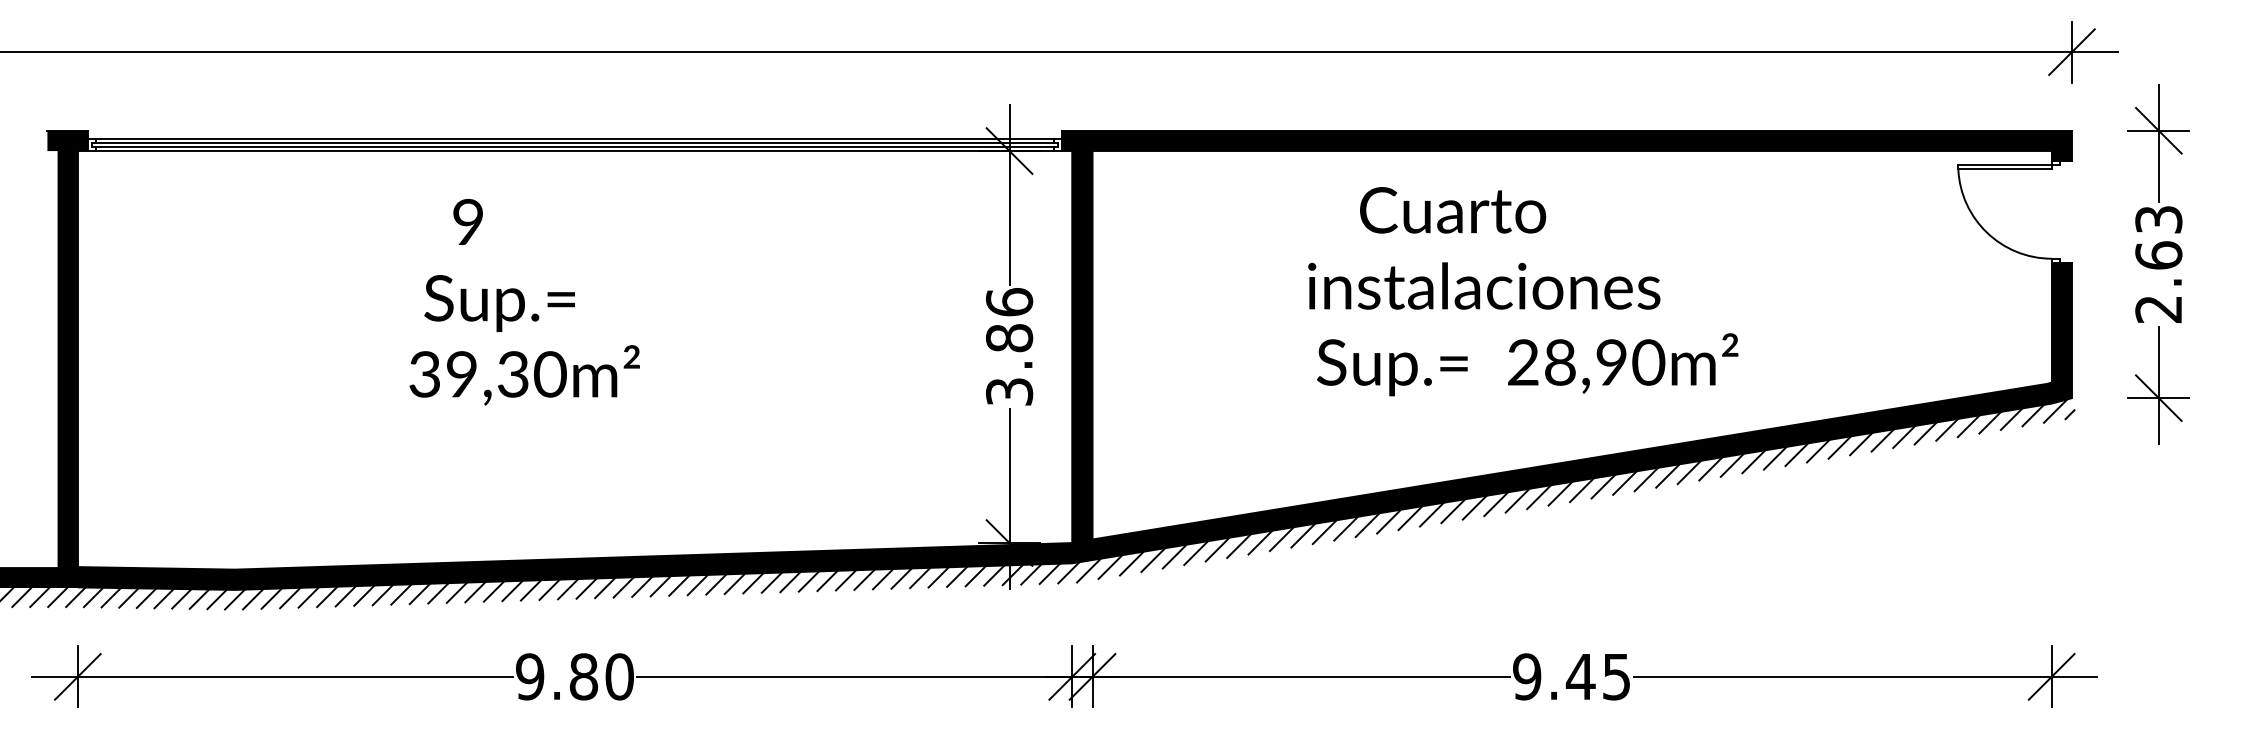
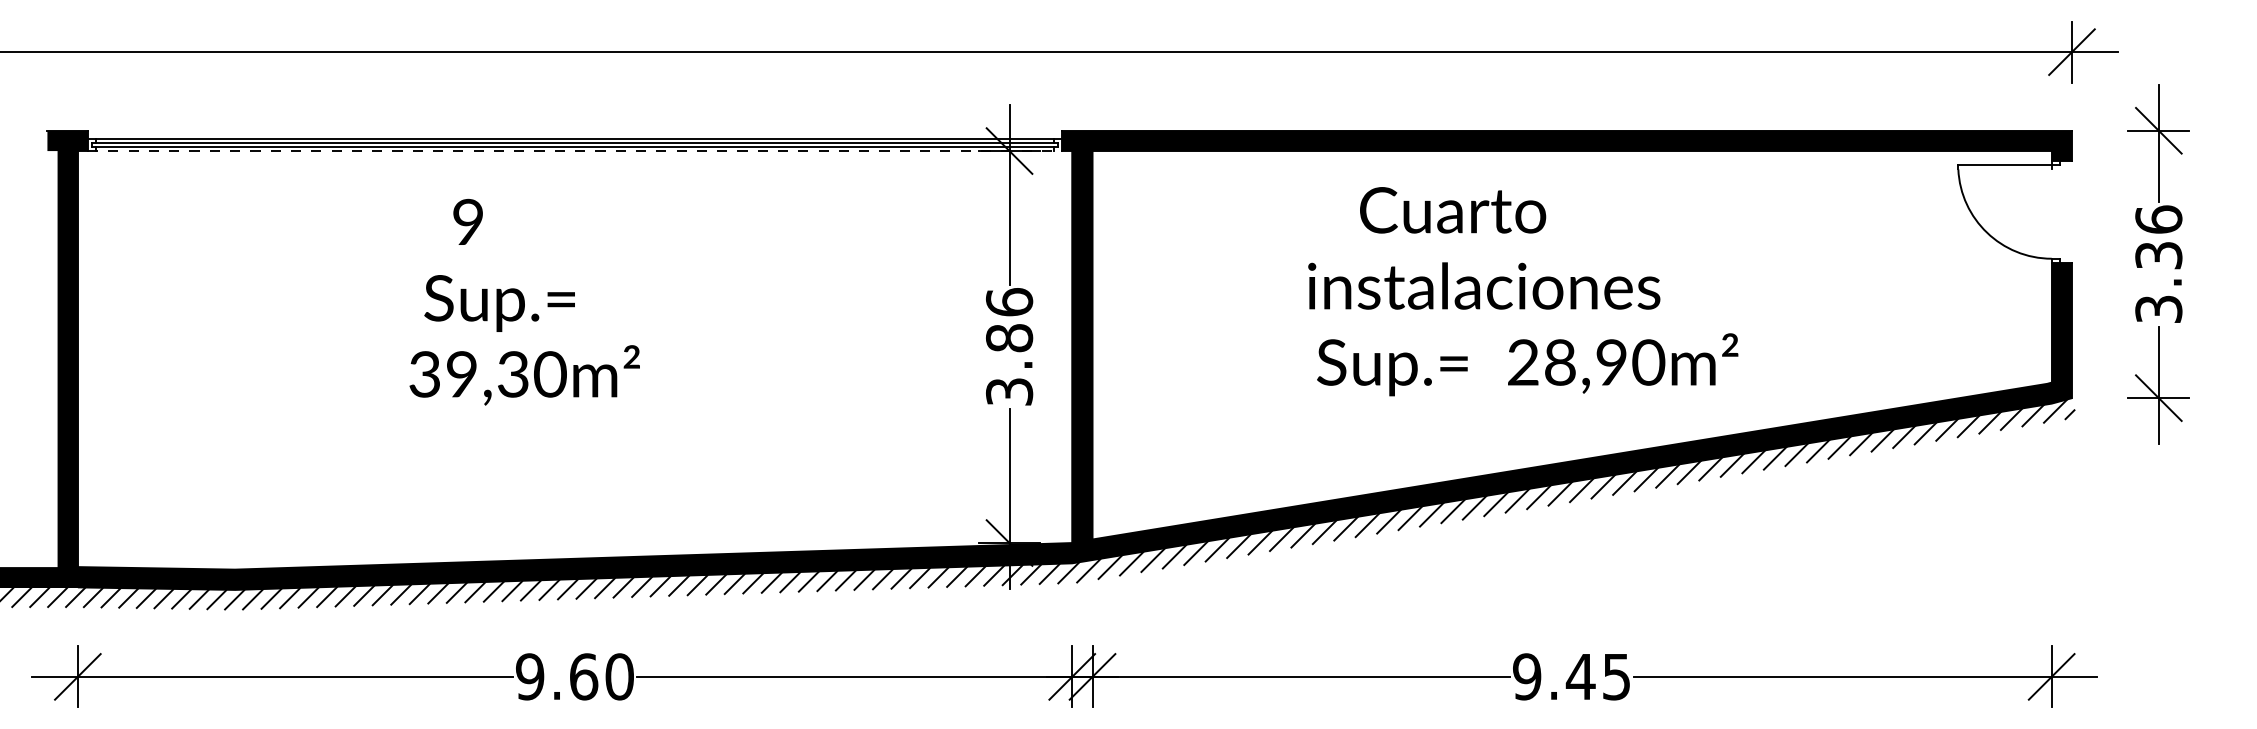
line at (575, 151): solid -> dashed
line at (2004, 169): present -> none
text at (2158, 264): 2.63 -> 3.36
text at (584, 676): 9.80 -> 9.60
